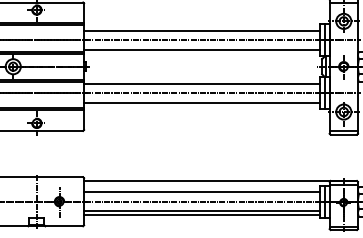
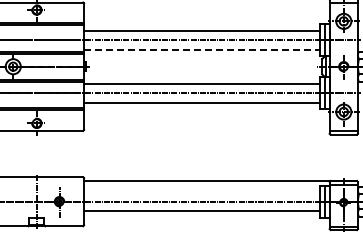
line at (202, 49): solid -> dashed
line at (202, 192): present -> none
line at (202, 214): present -> none
